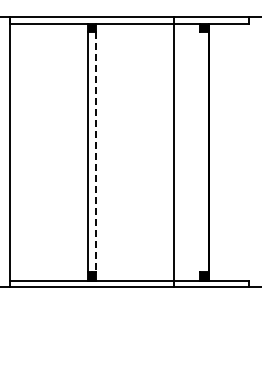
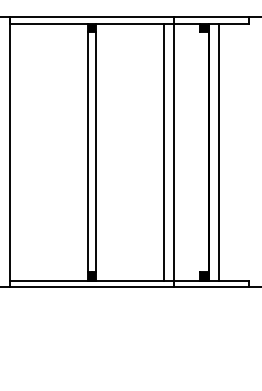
line at (164, 151): none -> present
line at (218, 151): none -> present
line at (96, 152): dashed -> solid
